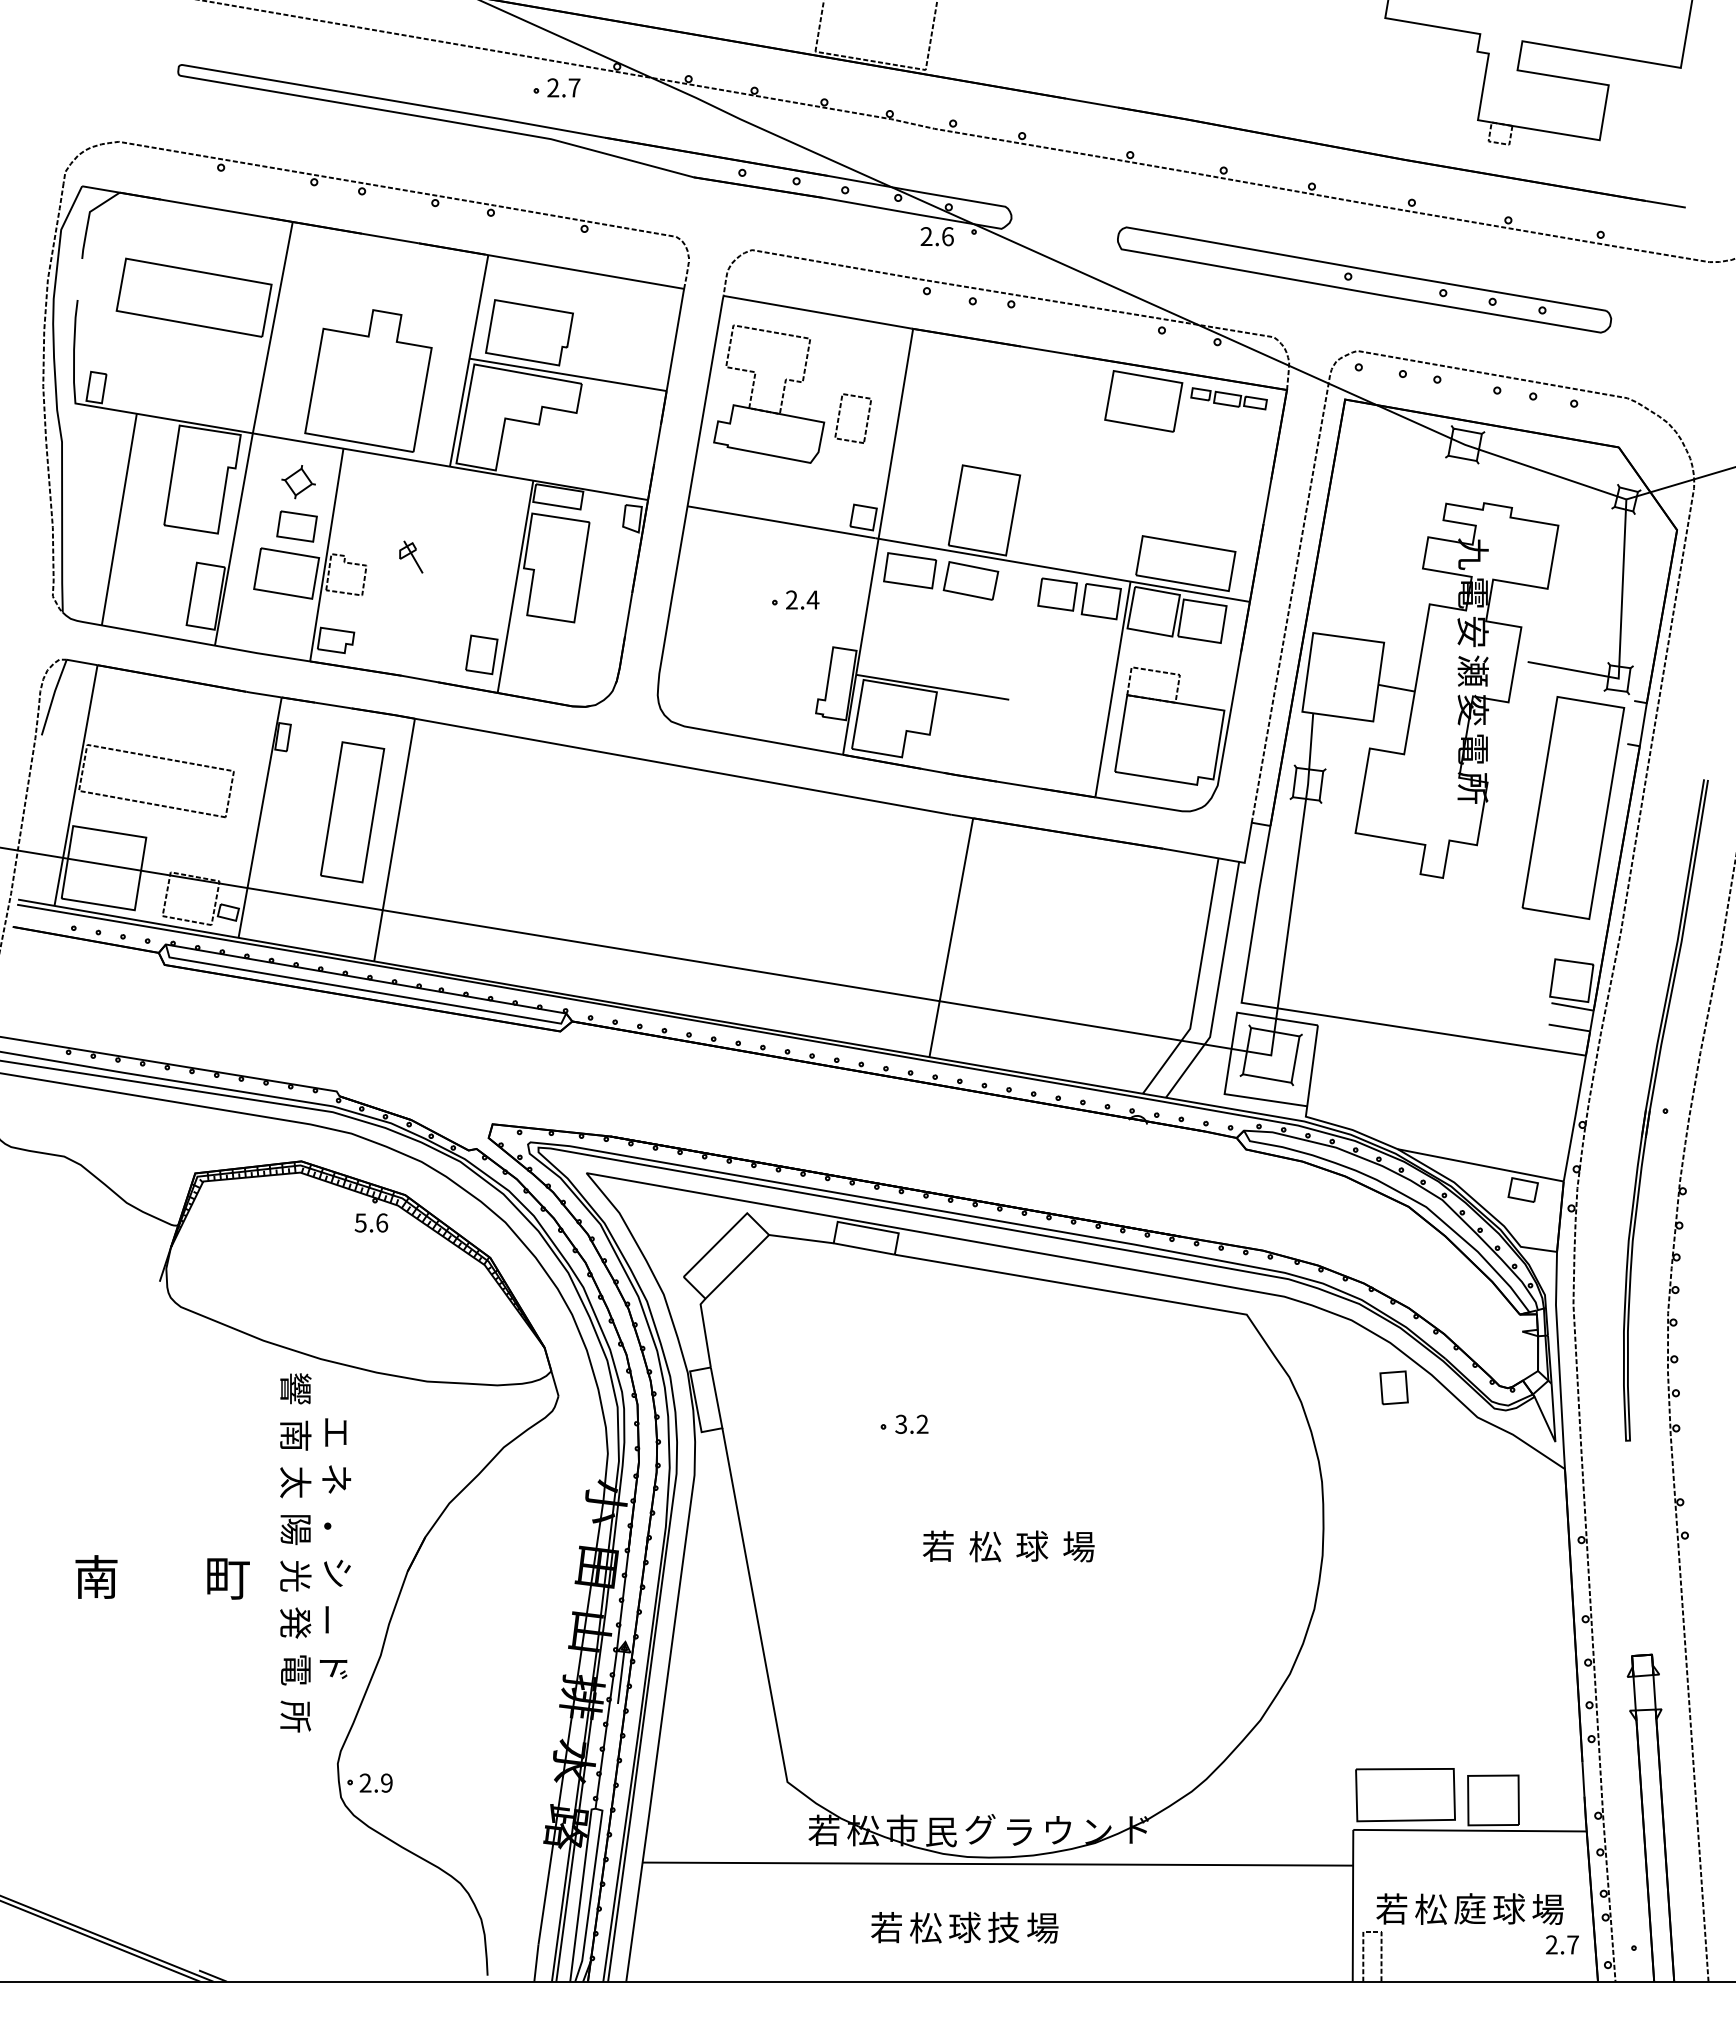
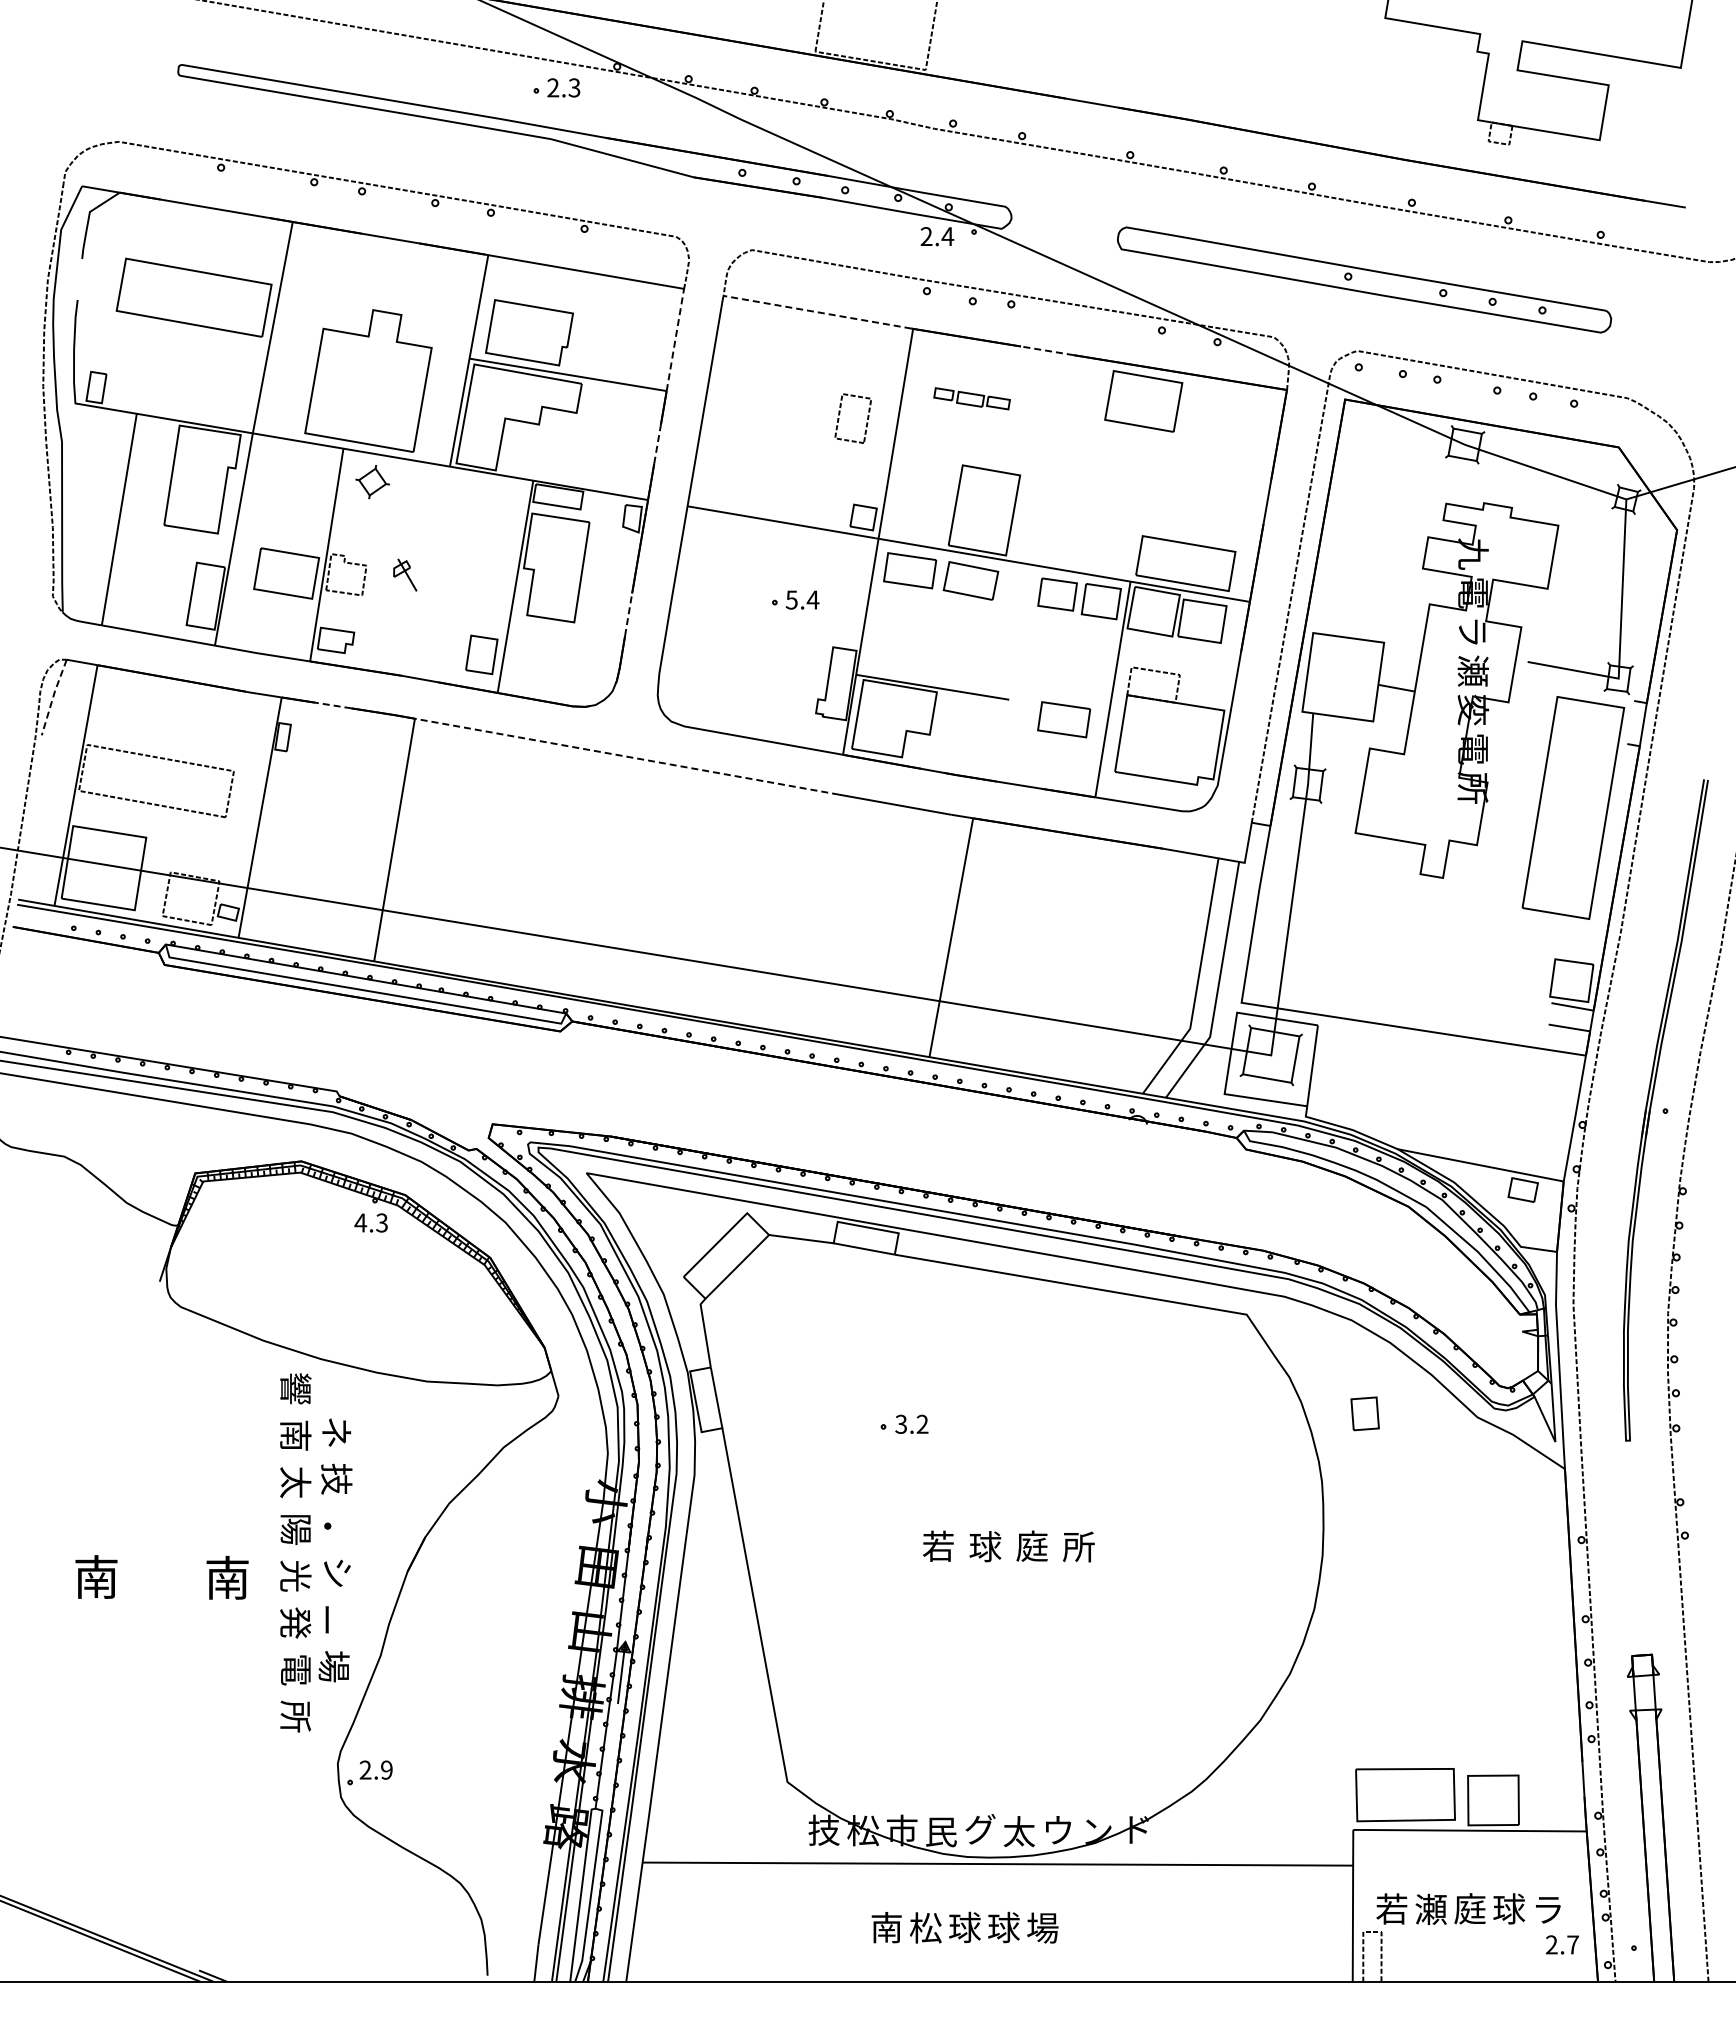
text at (574, 87): 2.7 -> 2.3
text at (947, 236): 2.6 -> 2.4
line at (817, 312): solid -> dashed
line at (675, 339): solid -> dashed
line at (1047, 350): solid -> dashed
part at (781, 397): present -> none
part at (1228, 398) position: (1228, 398) -> (971, 398)
line at (657, 443): solid -> dashed
part at (298, 482) position: (298, 482) -> (372, 482)
part at (296, 526): present -> none
part at (411, 556) position: (411, 556) -> (405, 574)
text at (791, 599): 2.4 -> 5.4
line at (628, 614): solid -> dashed
text at (1472, 631): 安 -> ラ
line at (53, 696): solid -> dashed
line at (332, 705): solid -> dashed
part at (1064, 719): none -> present
line at (626, 756): solid -> dashed
part at (352, 812): present -> none
text at (371, 1222): 5.6 -> 4.3
part at (1393, 1387) position: (1393, 1387) -> (1364, 1413)
text at (336, 1432): エ -> ネ
text at (336, 1478): ネ -> 技
text at (1032, 1545): 球 -> 庭
text at (985, 1546): 松 -> 球
text at (1078, 1546): 場 -> 所
text at (227, 1577): 町 -> 南
text at (333, 1666): ド -> 場
text at (375, 1782) position: (375, 1782) -> (375, 1769)
text at (823, 1829): 若 -> 技
text at (1018, 1831): ラ -> 太
text at (1430, 1908): 松 -> 瀬
text at (1547, 1909): 場 -> ラ
text at (886, 1927): 若 -> 南
text at (1003, 1927): 技 -> 球
